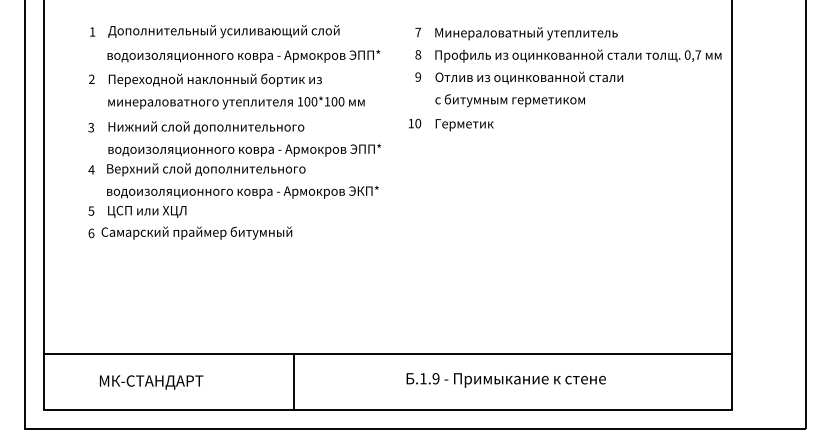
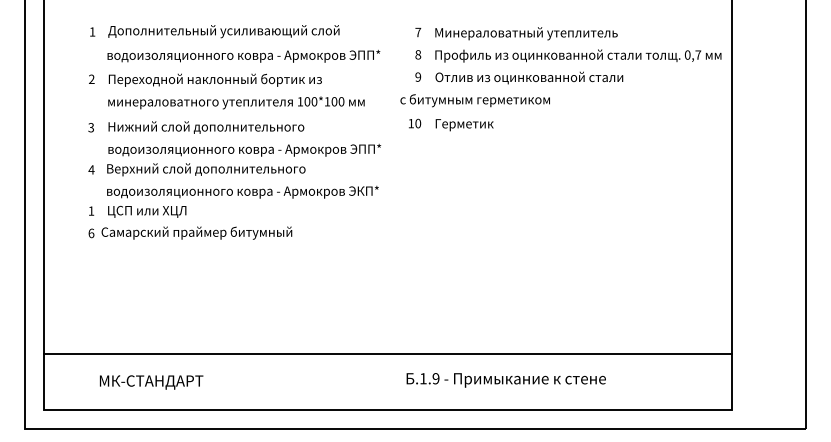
text at (509, 100) position: (509, 100) -> (474, 100)
text at (91, 210): 5 -> 1
line at (294, 381): present -> none
